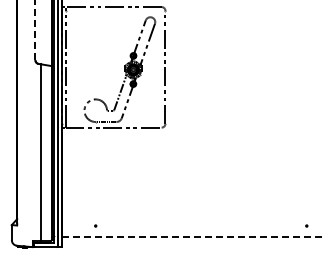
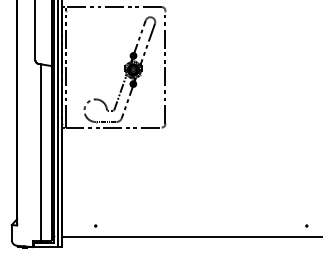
line at (35, 30): dashed -> solid
line at (192, 237): dashed -> solid
